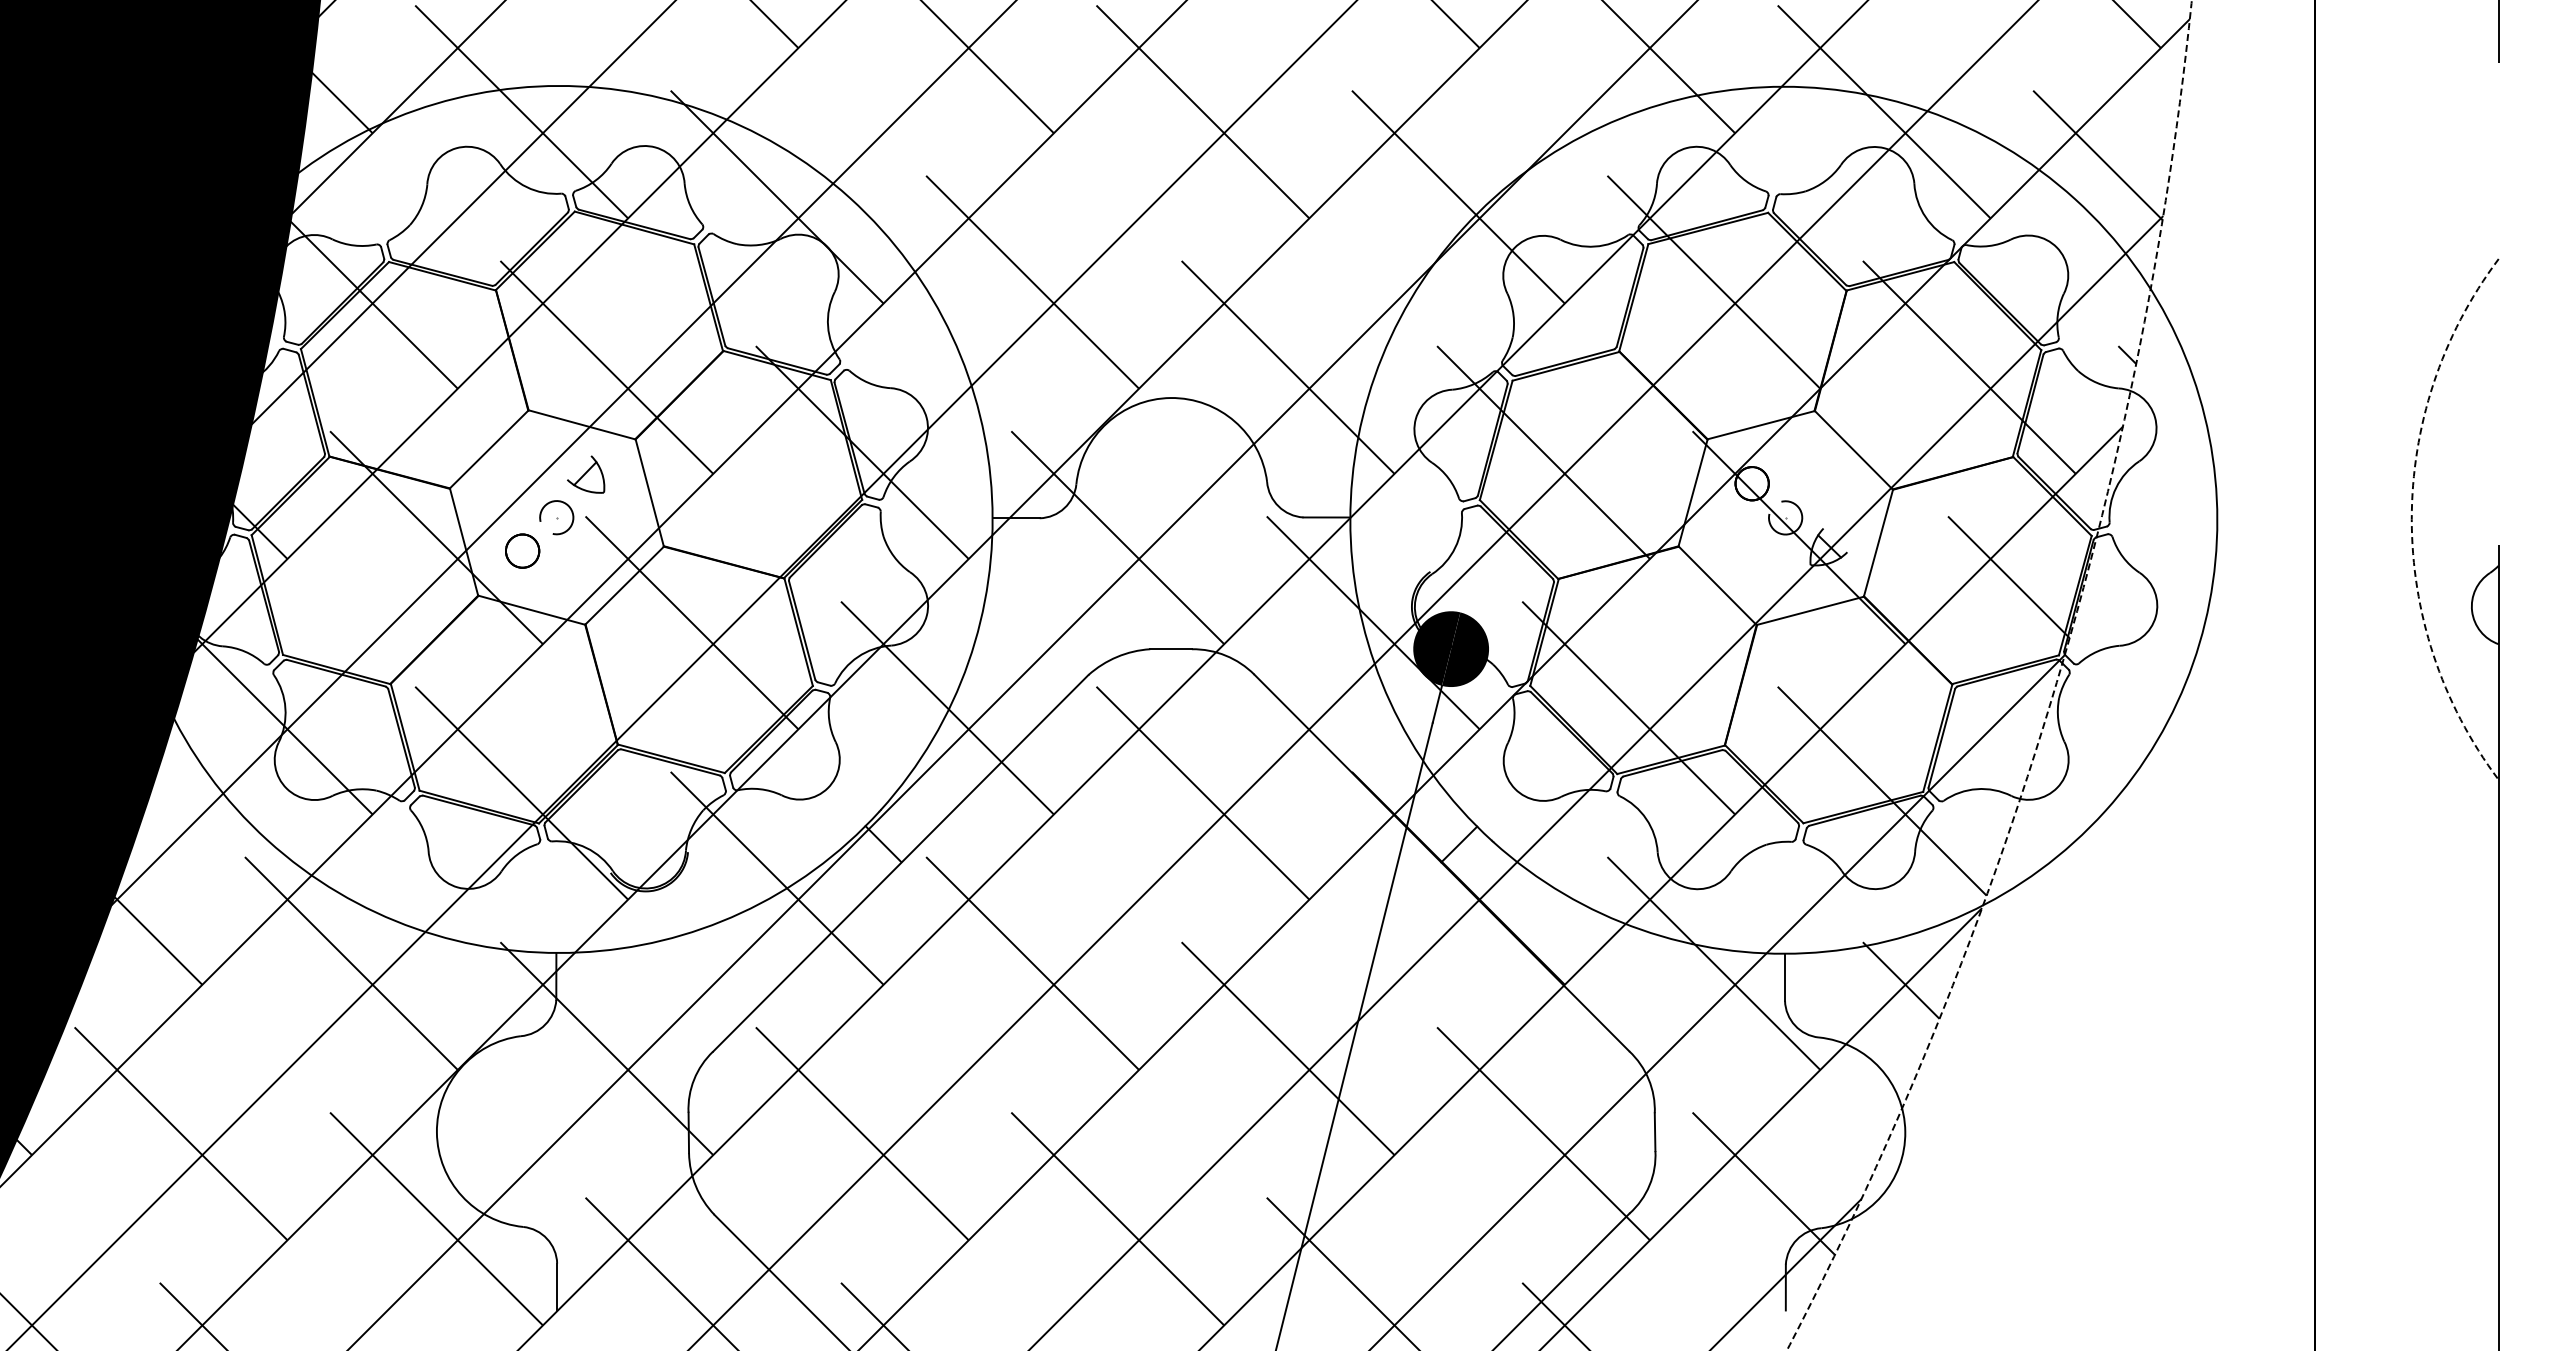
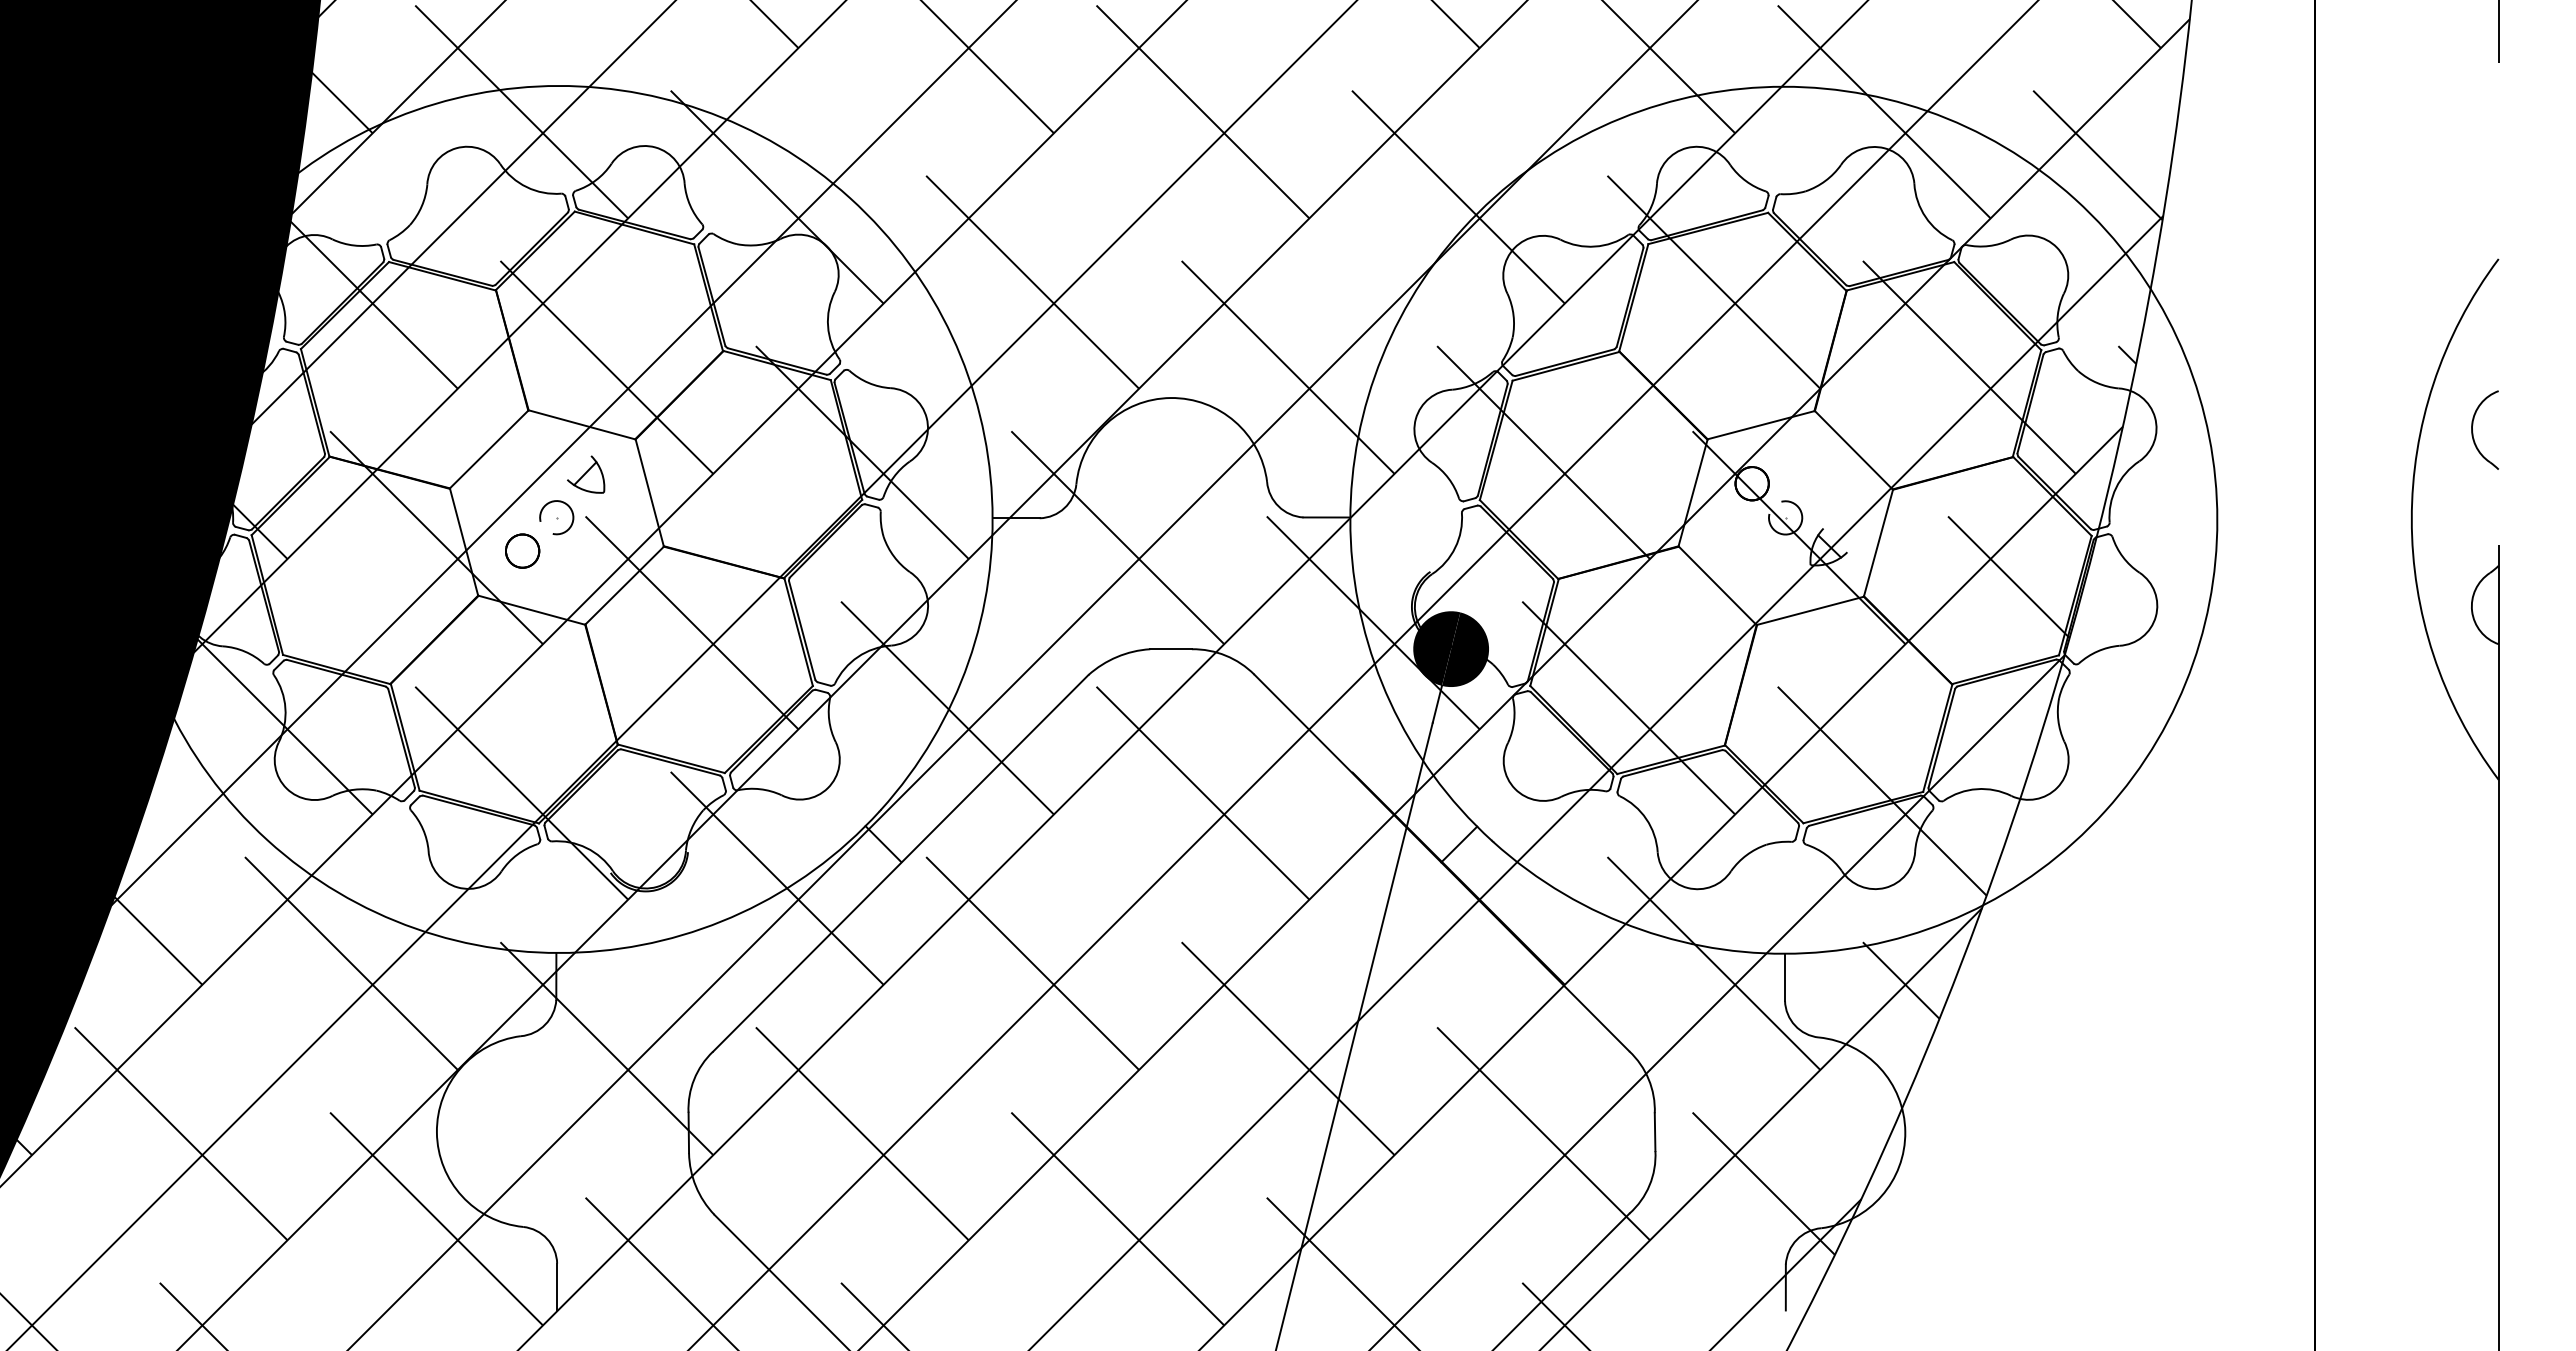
part at (2473, 432): none -> present
arc at (2411, 519): dashed -> solid
arc at (2053, 694): dashed -> solid
